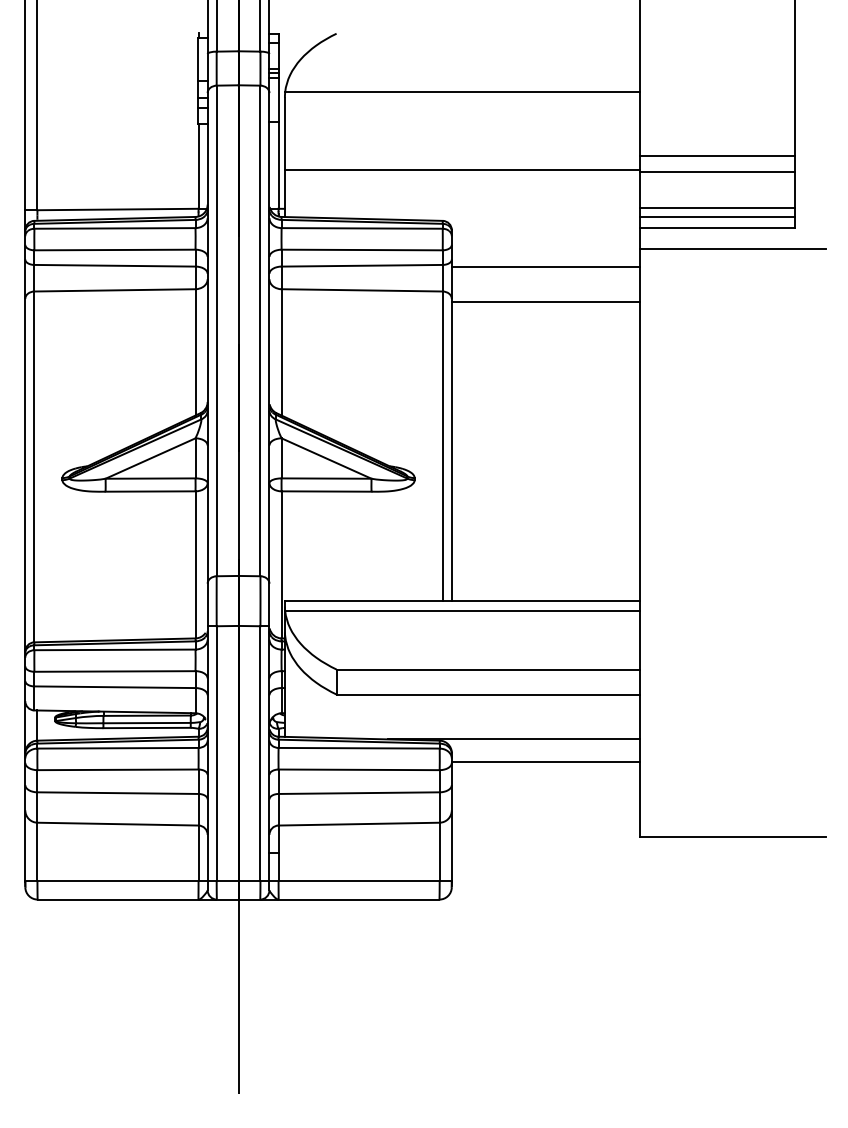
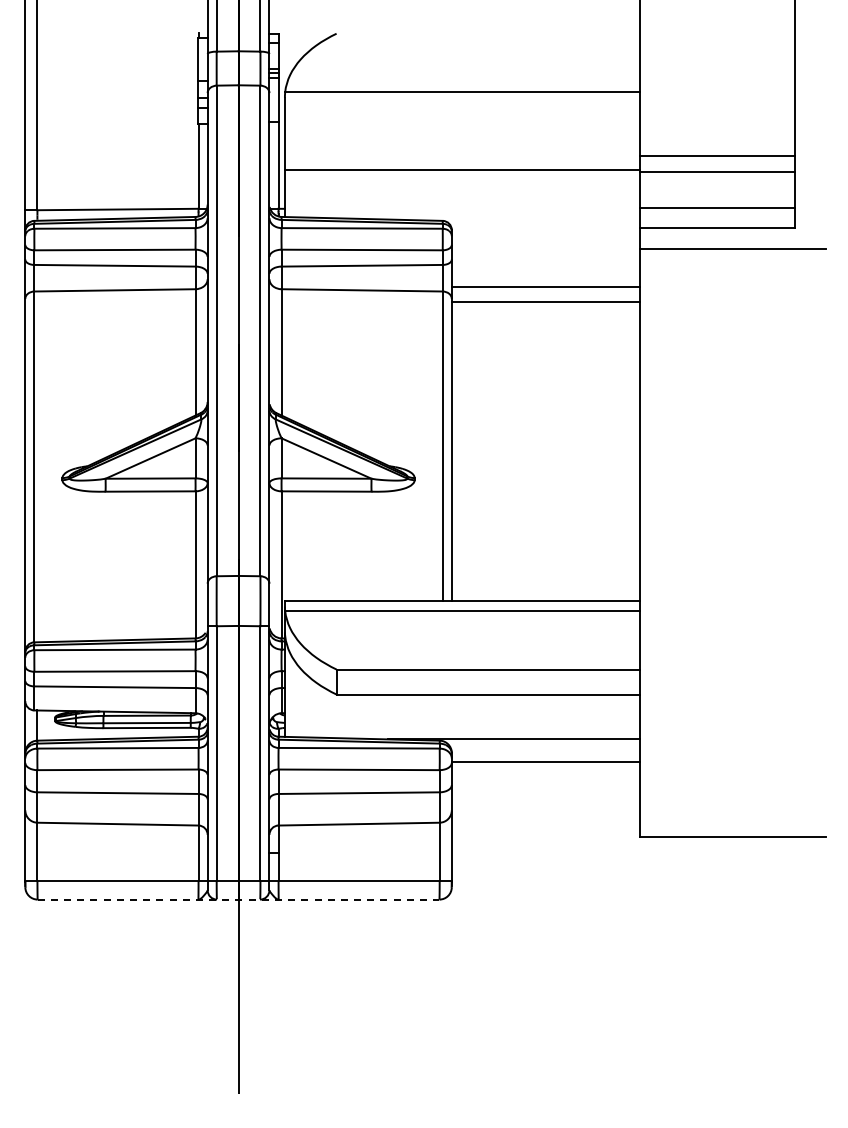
line at (717, 216): present -> none
line at (545, 267) position: (545, 267) -> (545, 287)
line at (238, 899): solid -> dashed
